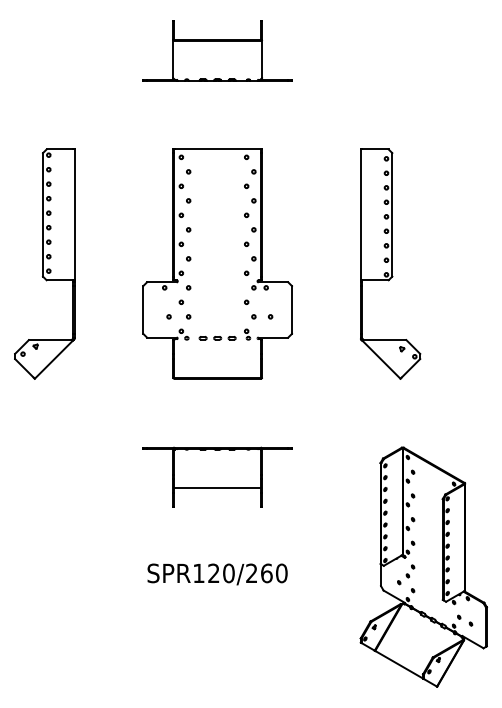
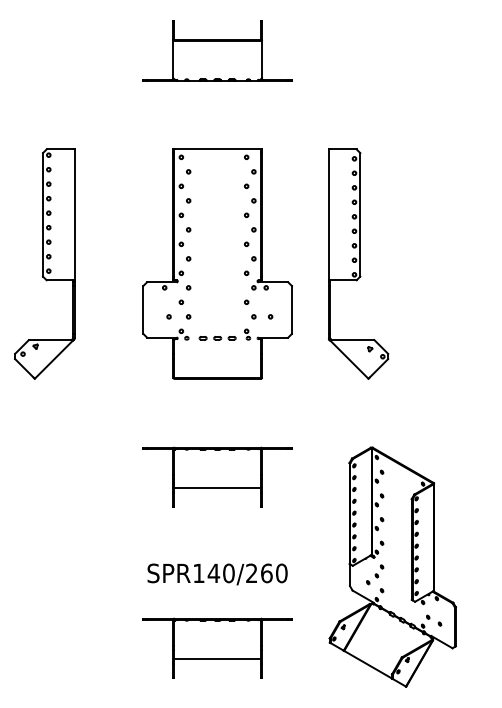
part at (390, 263) position: (390, 263) -> (358, 263)
part at (423, 566) position: (423, 566) -> (392, 566)
text at (213, 572): SPR120/260 -> SPR140/260
part at (217, 647): none -> present
